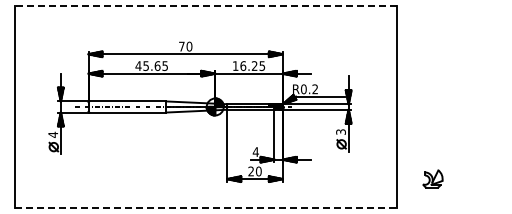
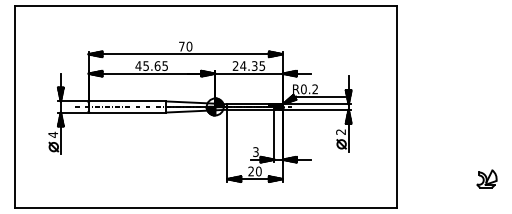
line at (206, 6): dashed -> solid
text at (244, 65): 16.25 -> 24.35
text at (340, 131): 3 -> 2
text at (255, 152): 4 -> 3
part at (432, 178) position: (432, 178) -> (486, 178)
line at (206, 207): dashed -> solid
